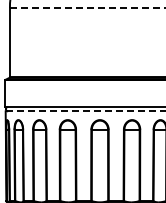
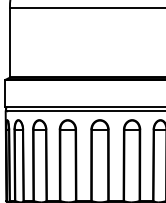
line at (87, 7): dashed -> solid
line at (85, 111): dashed -> solid
